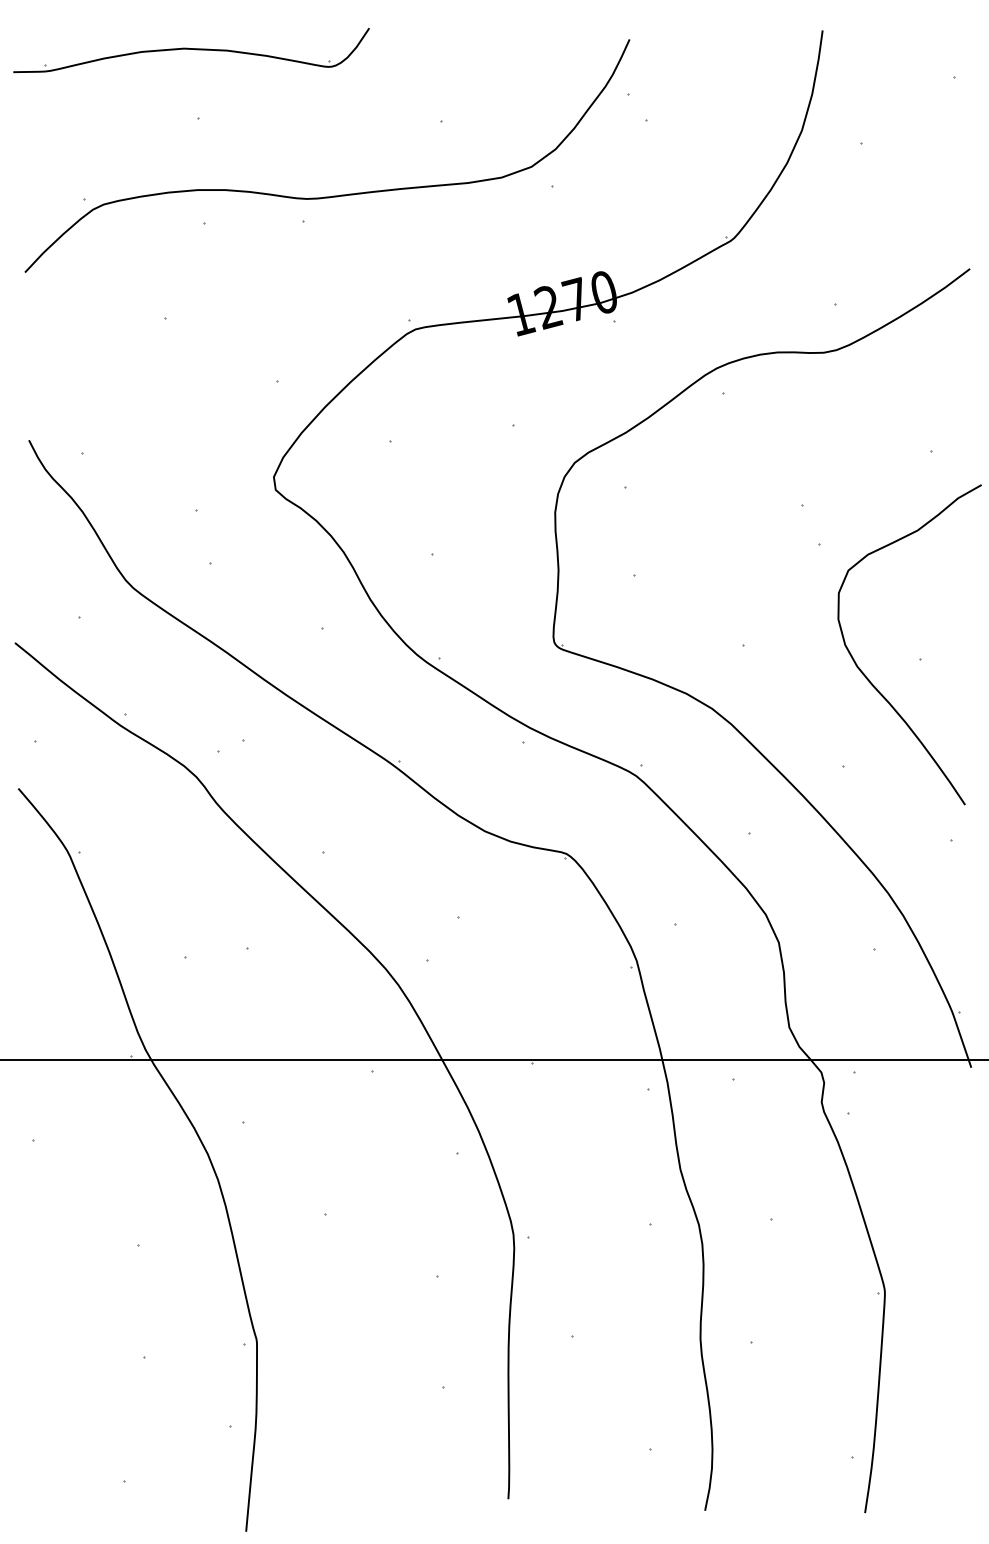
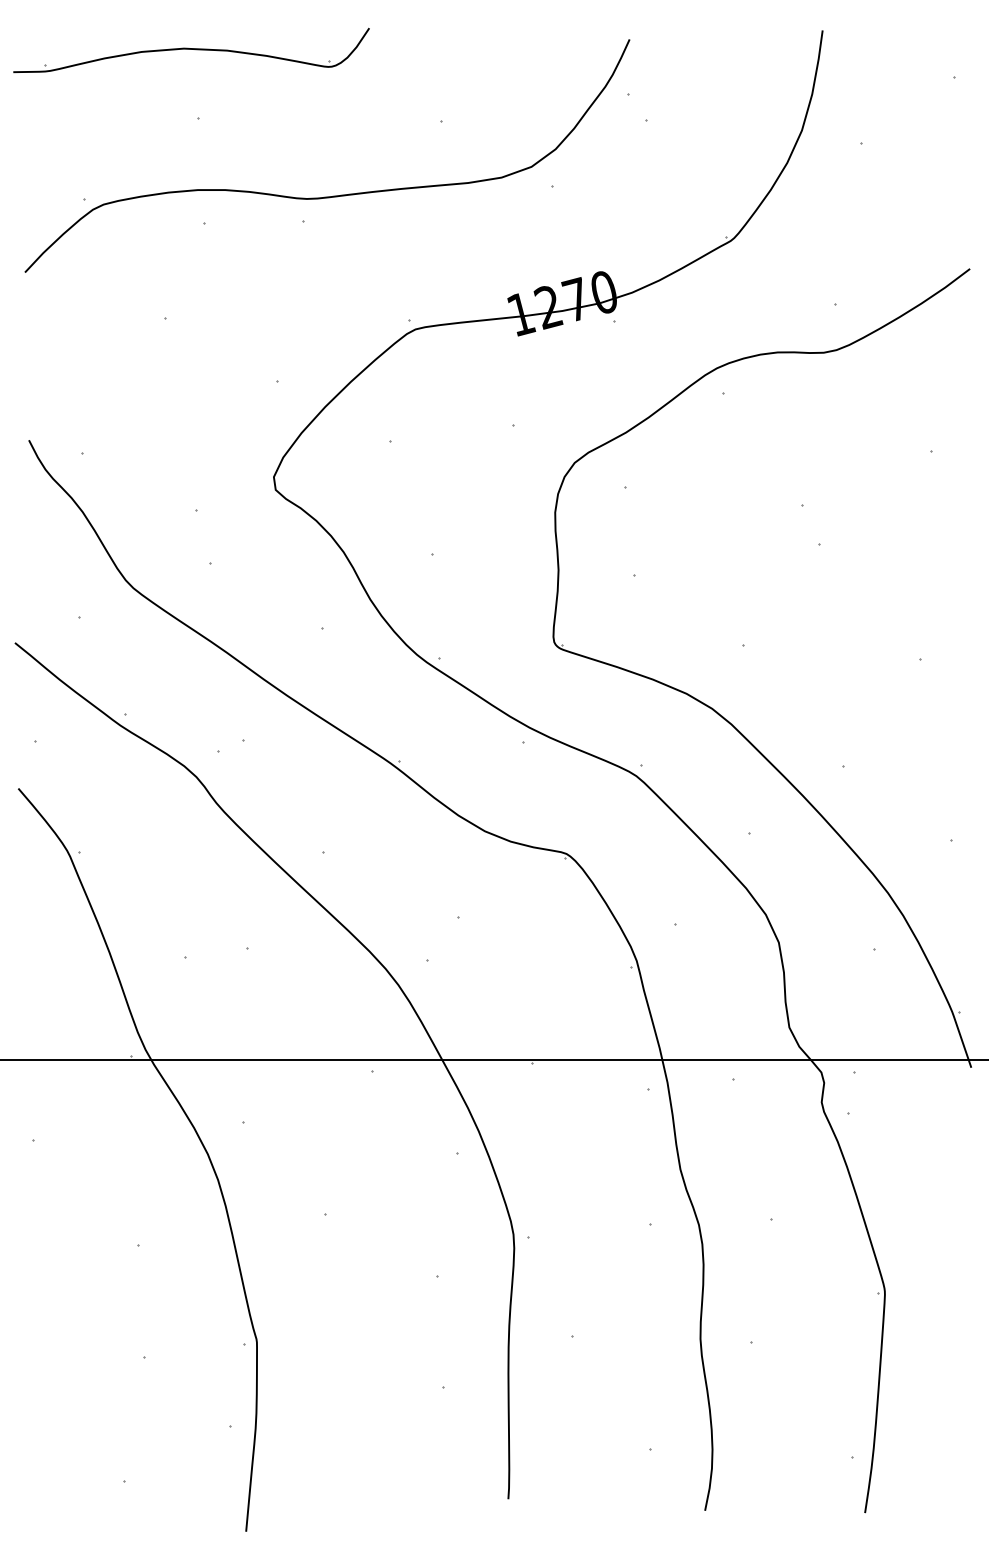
curve at (869, 679): present -> none
